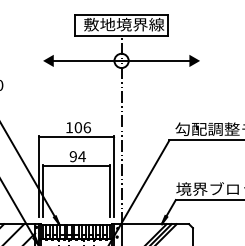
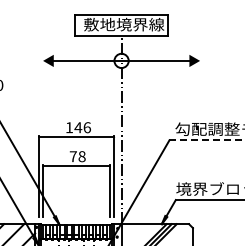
text at (78, 127): 106 -> 146
line at (207, 140): solid -> dashed
text at (77, 156): 94 -> 78
